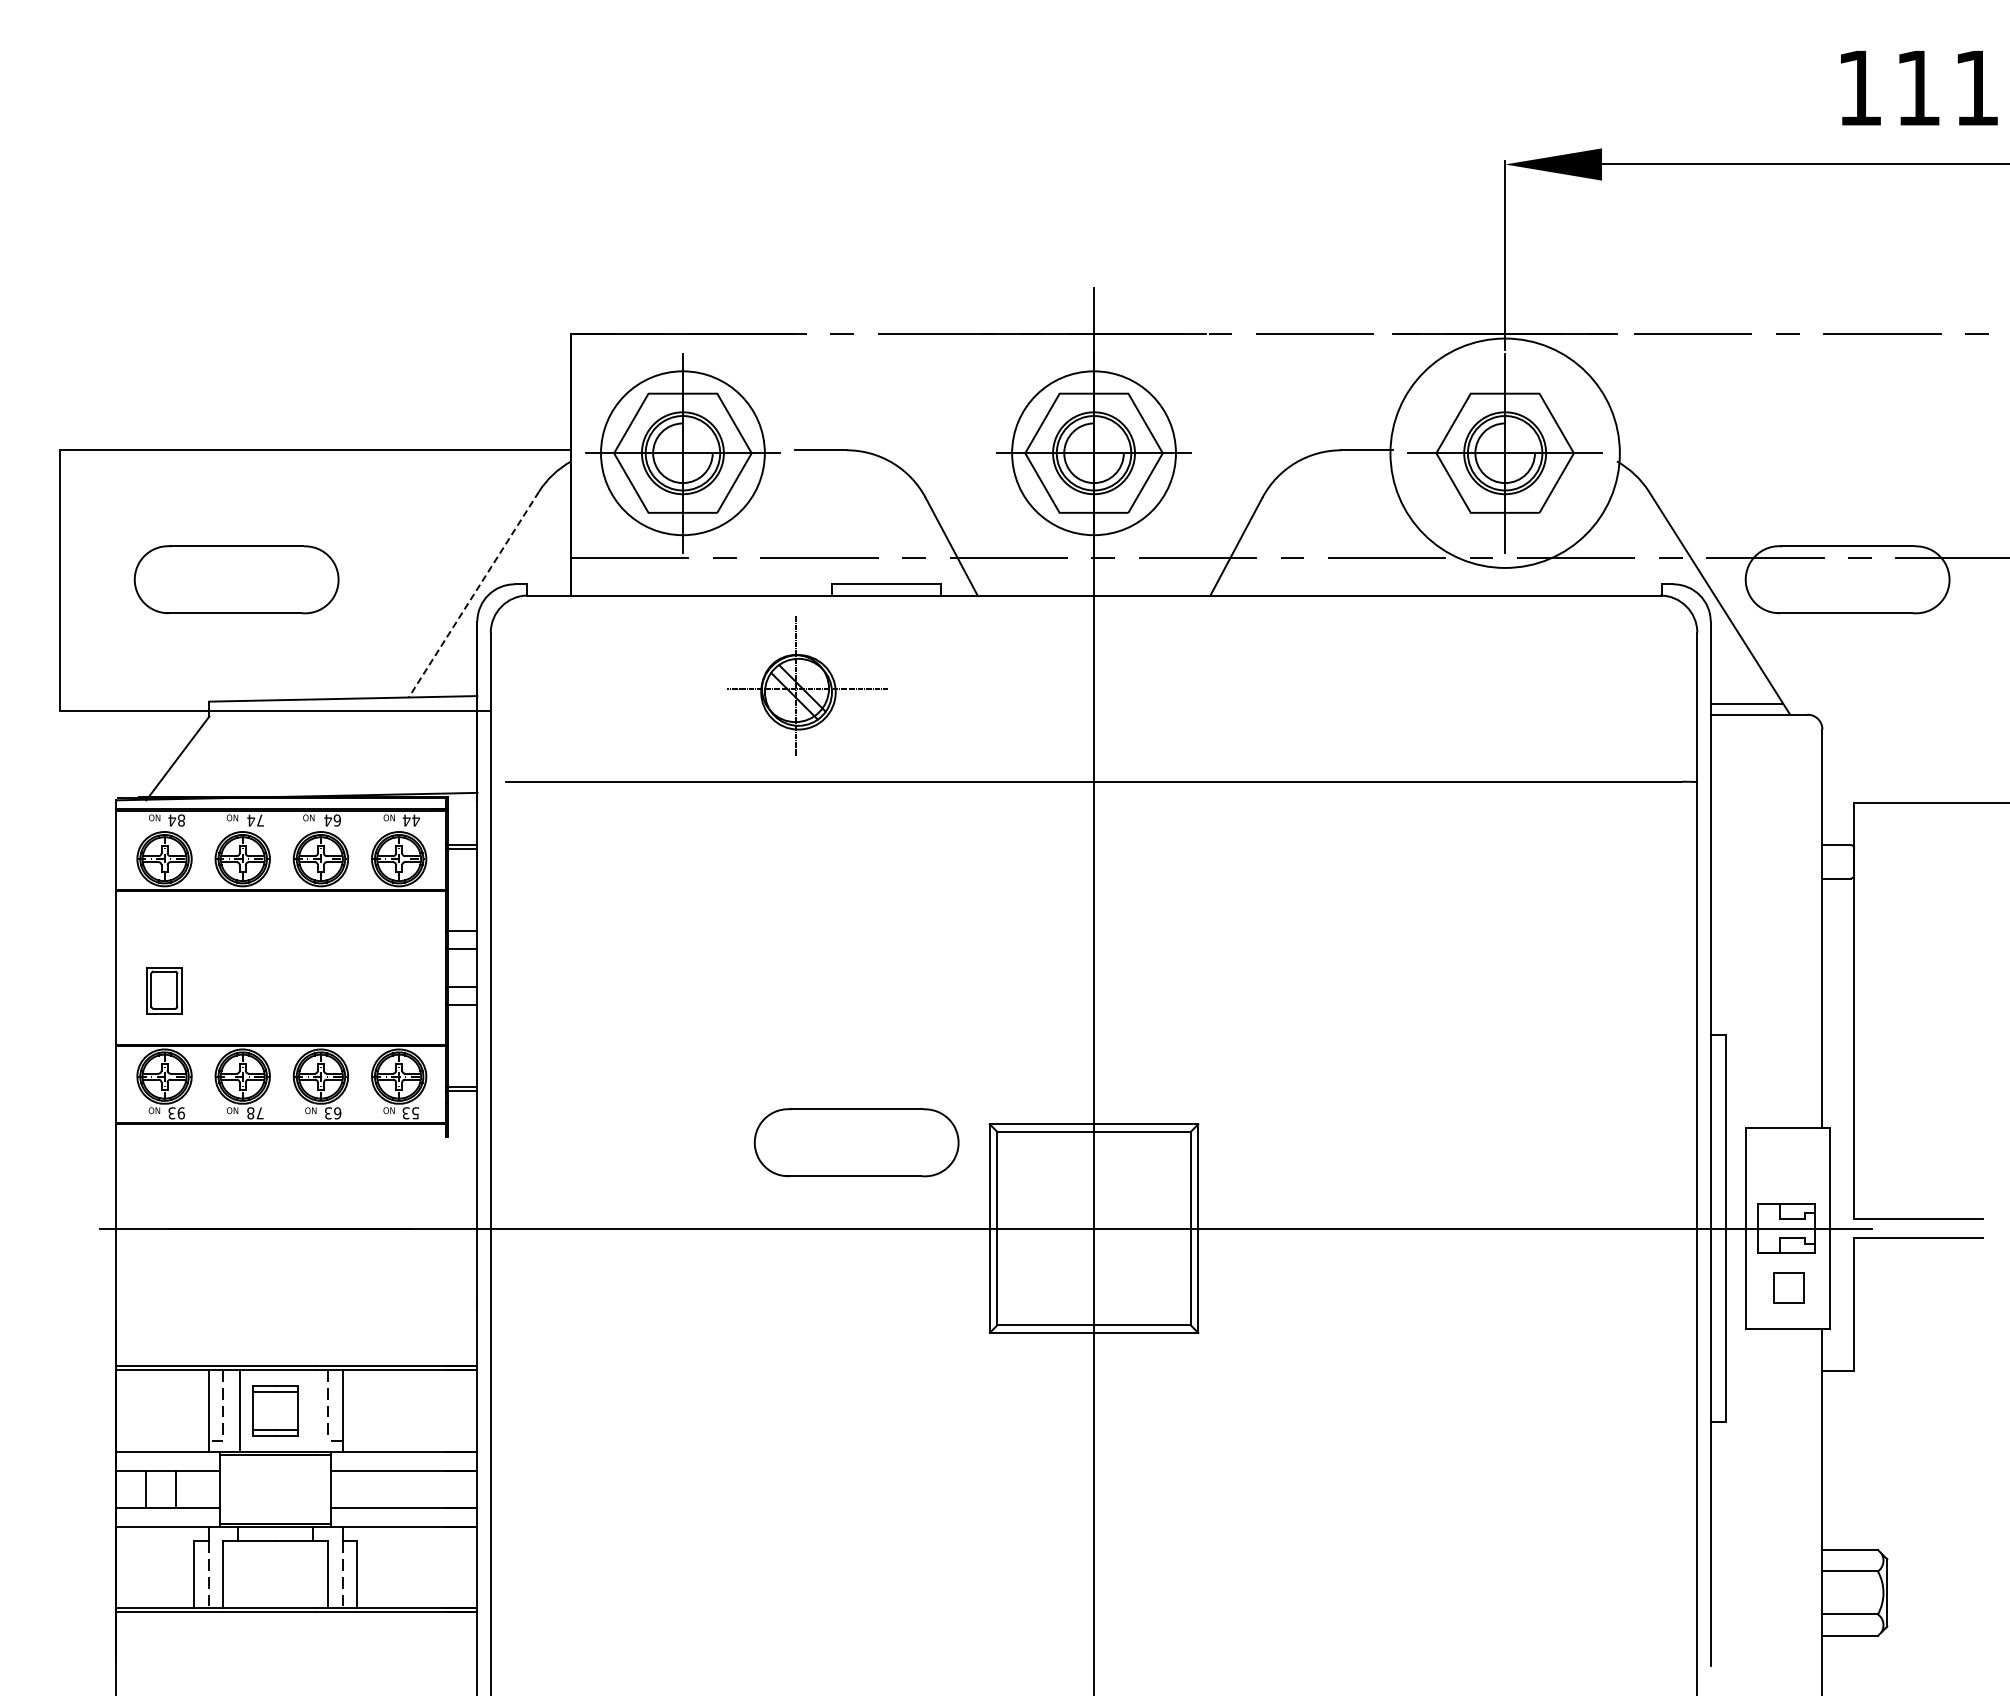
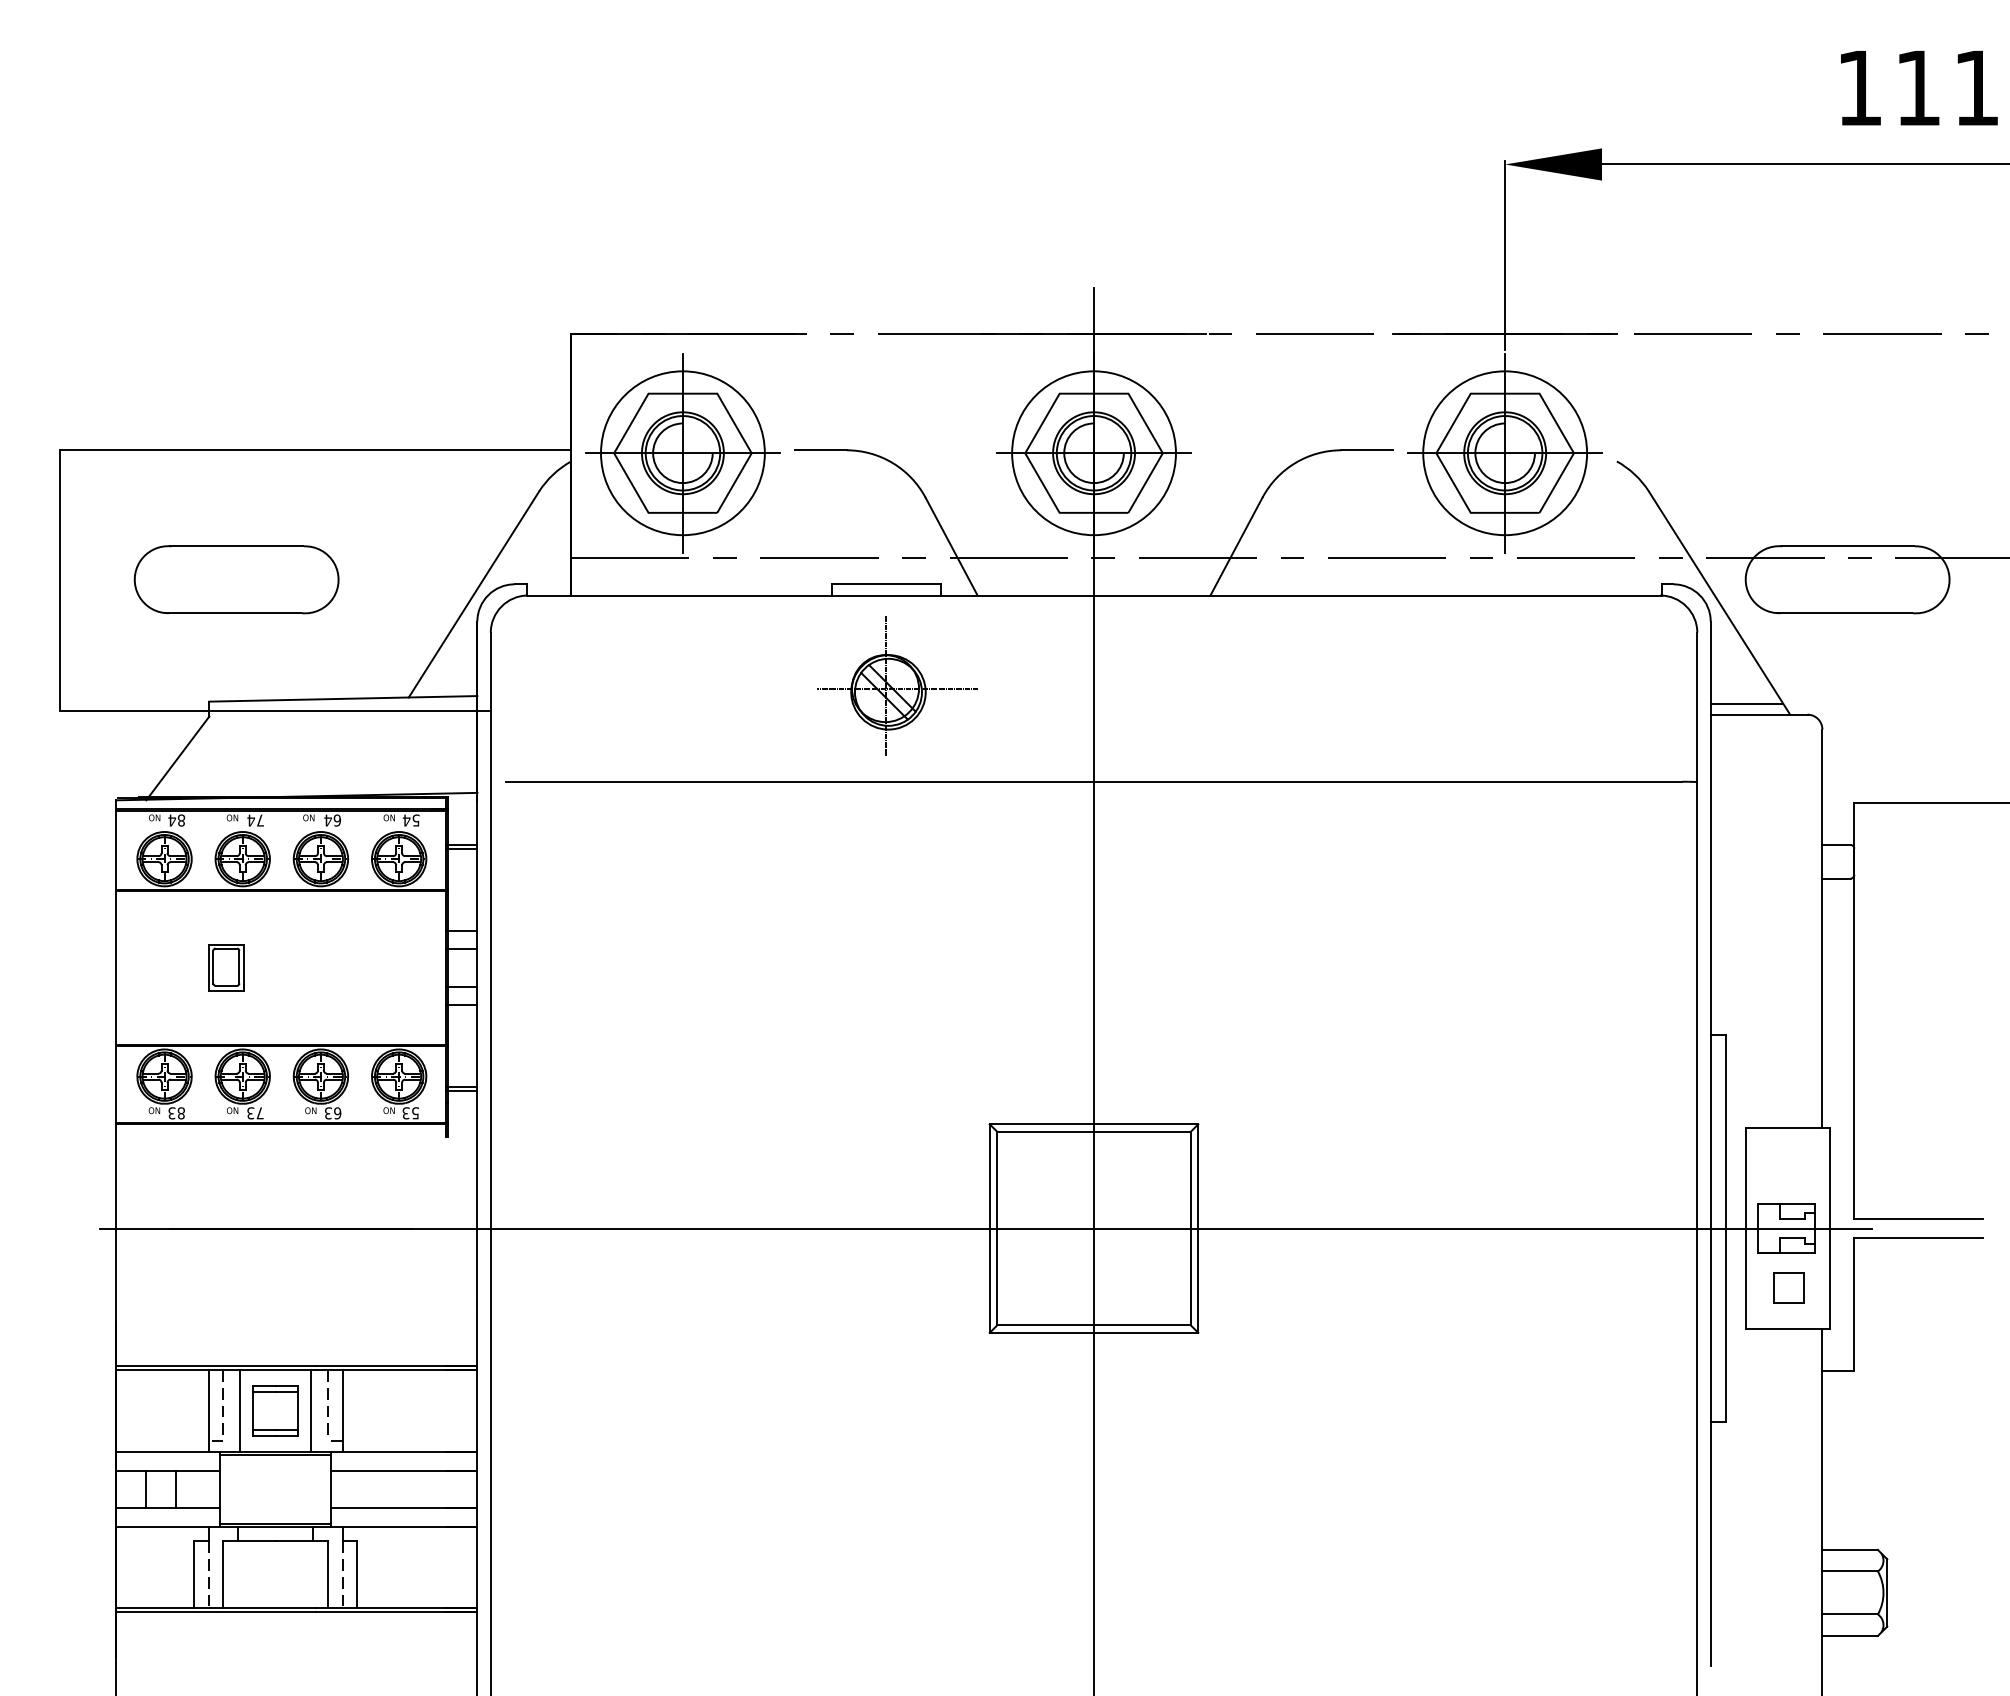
circle at (1504, 452) diameter: 229 px -> 164 px
line at (473, 594): dashed -> solid
part at (807, 685) position: (807, 685) -> (897, 685)
text at (415, 820): 44 -> 54
part at (164, 990) position: (164, 990) -> (226, 967)
text at (181, 1113): 93 -> 83
text at (250, 1113): 78 -> 73
part at (856, 1142): present -> none
line at (311, 1411): none -> present
